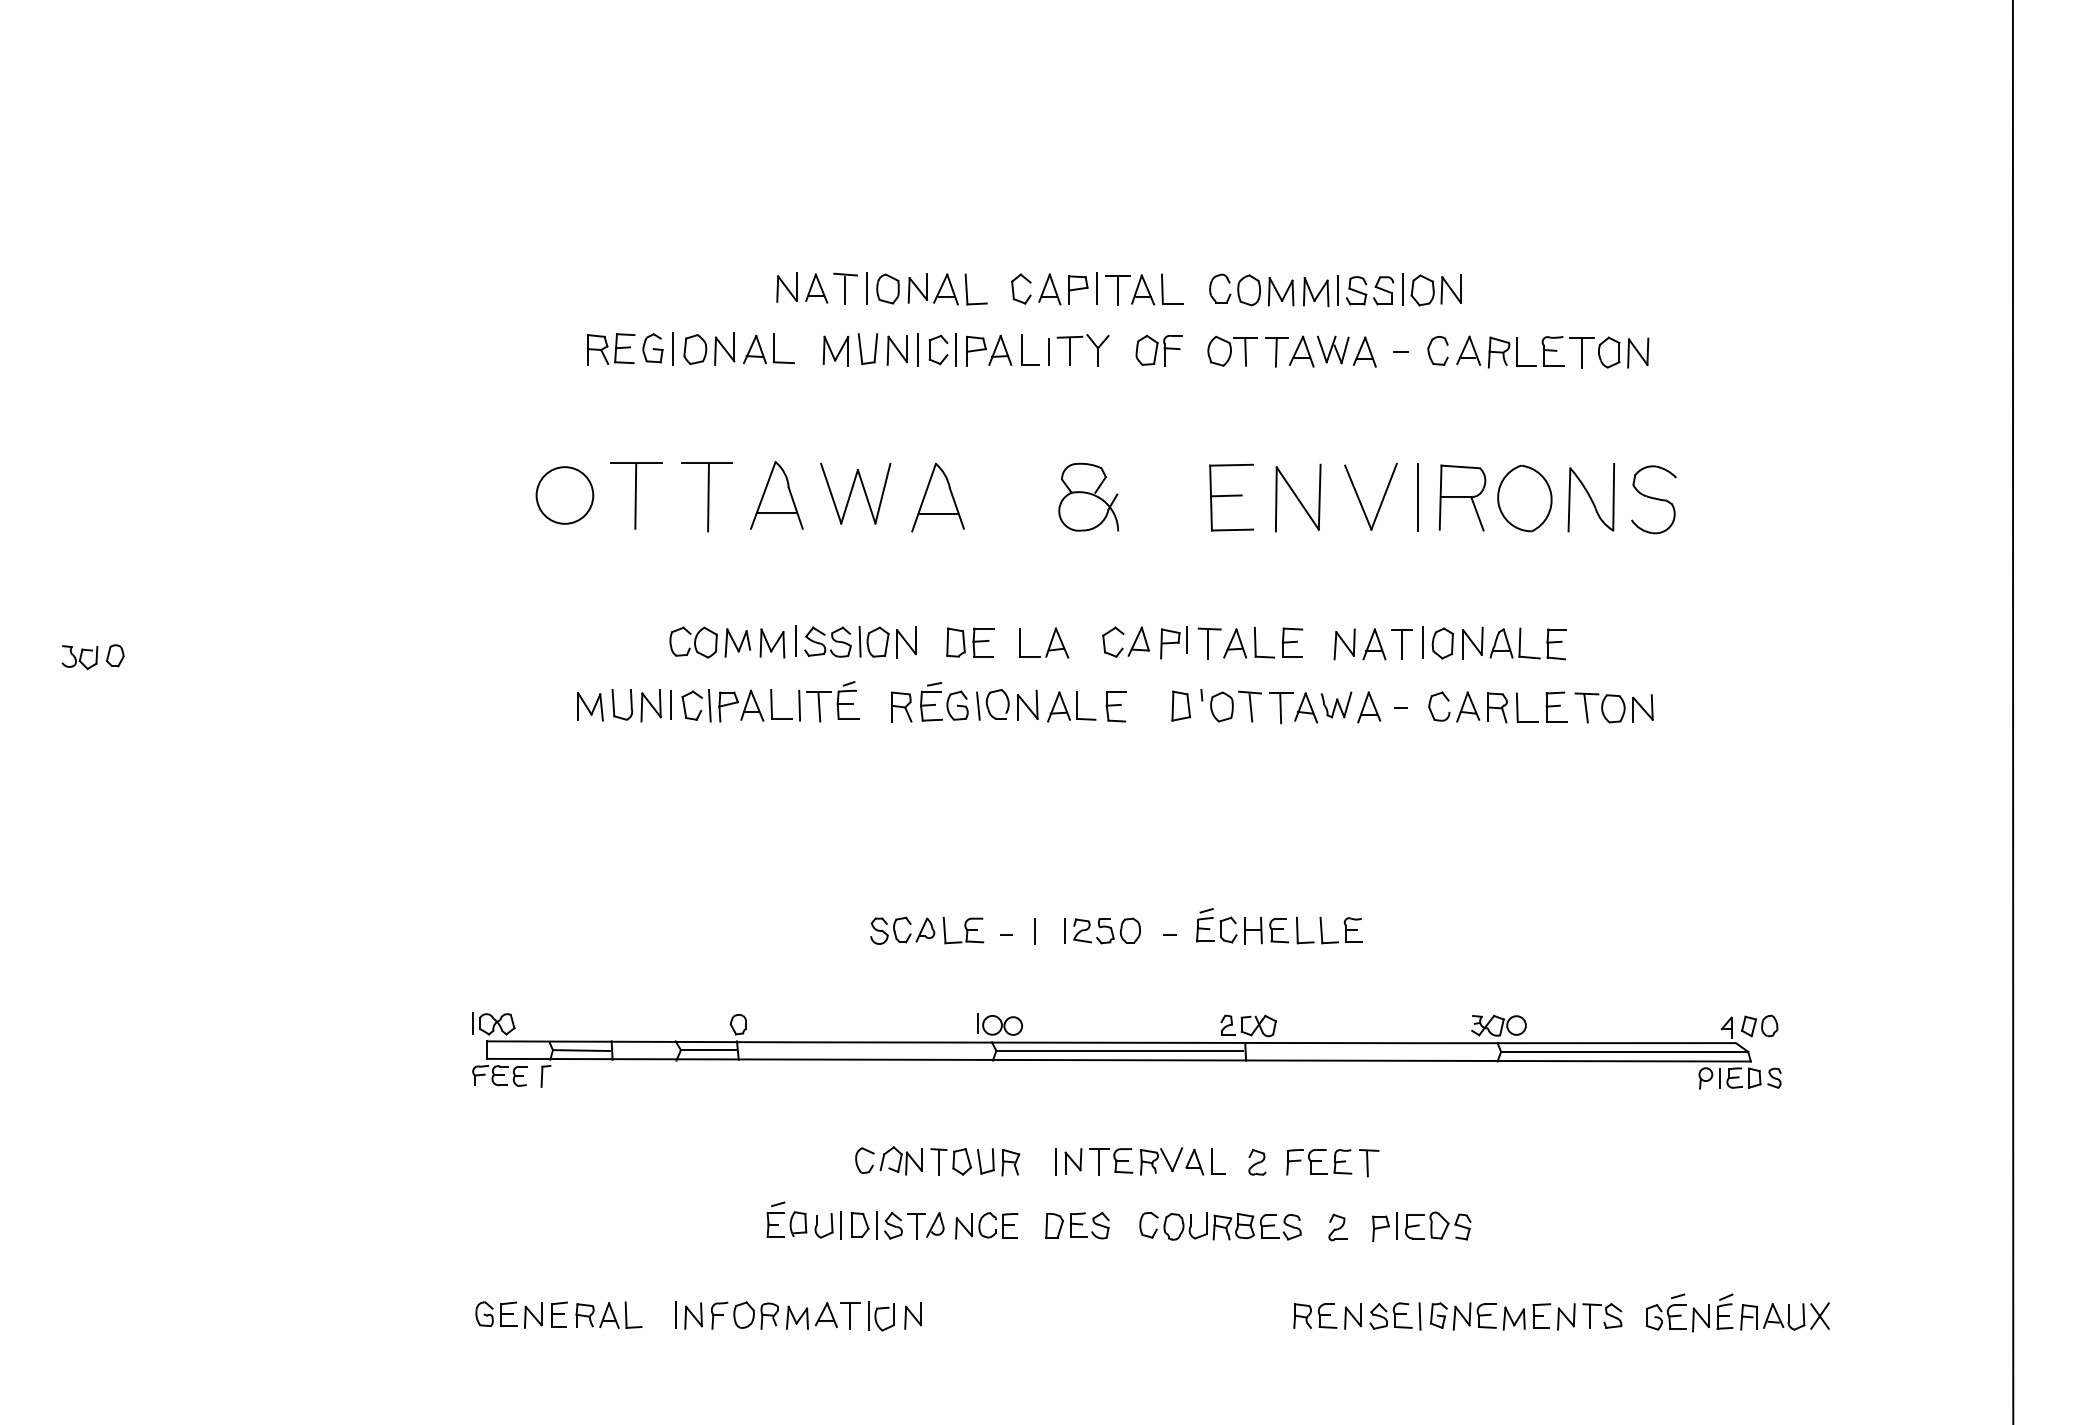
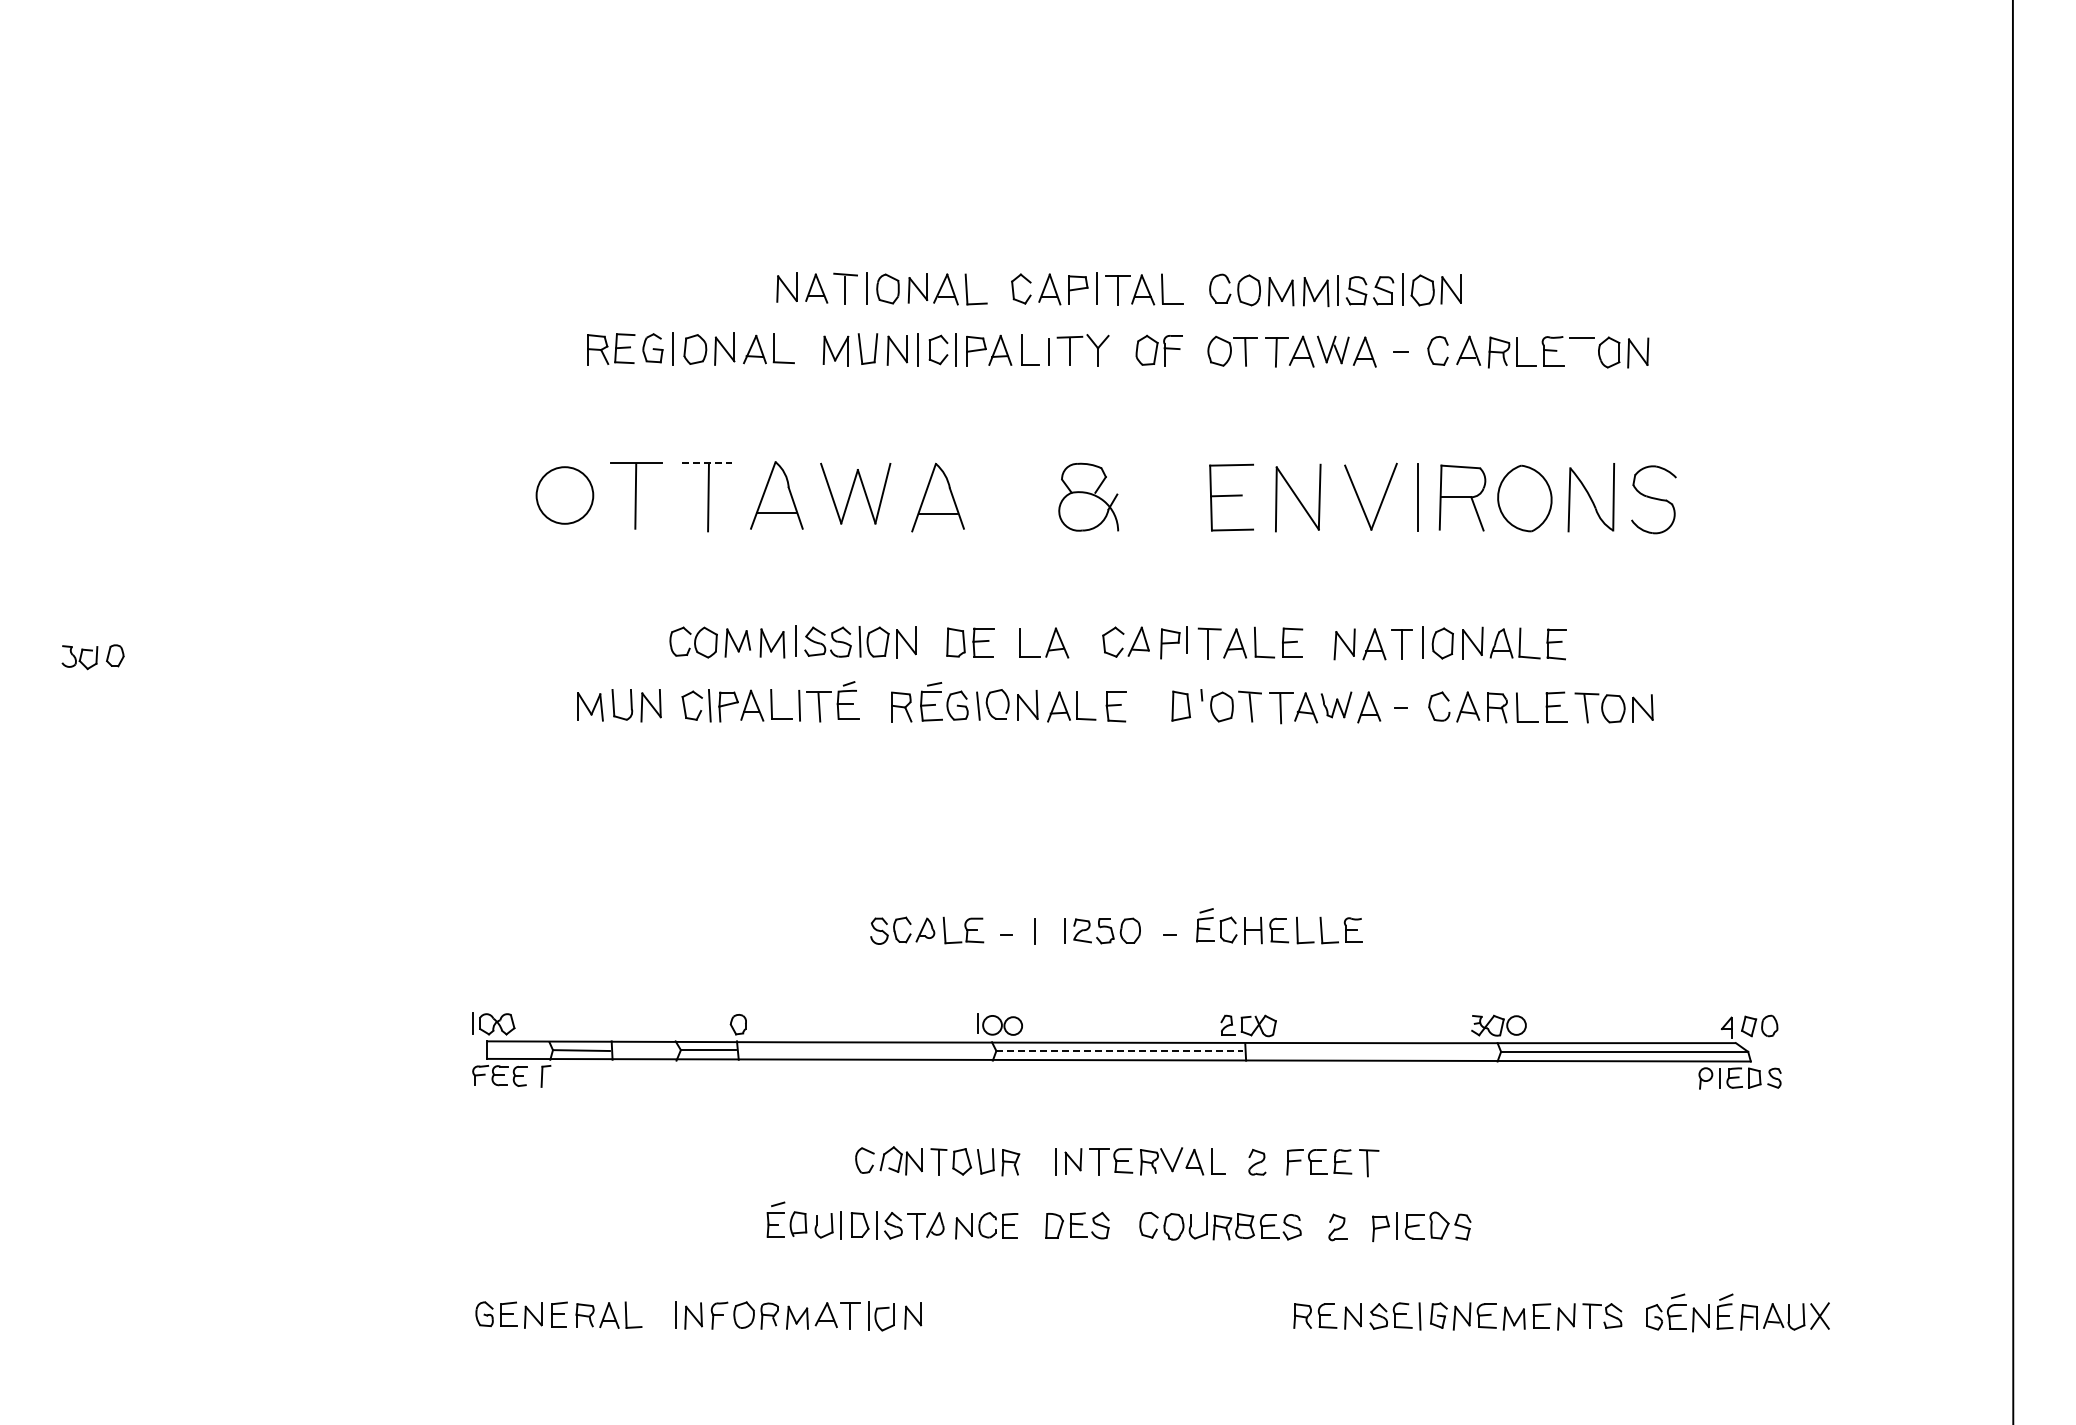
line at (1581, 353): present -> none
line at (706, 463): solid -> dashed
line at (671, 704): present -> none
line at (1119, 1051): solid -> dashed
